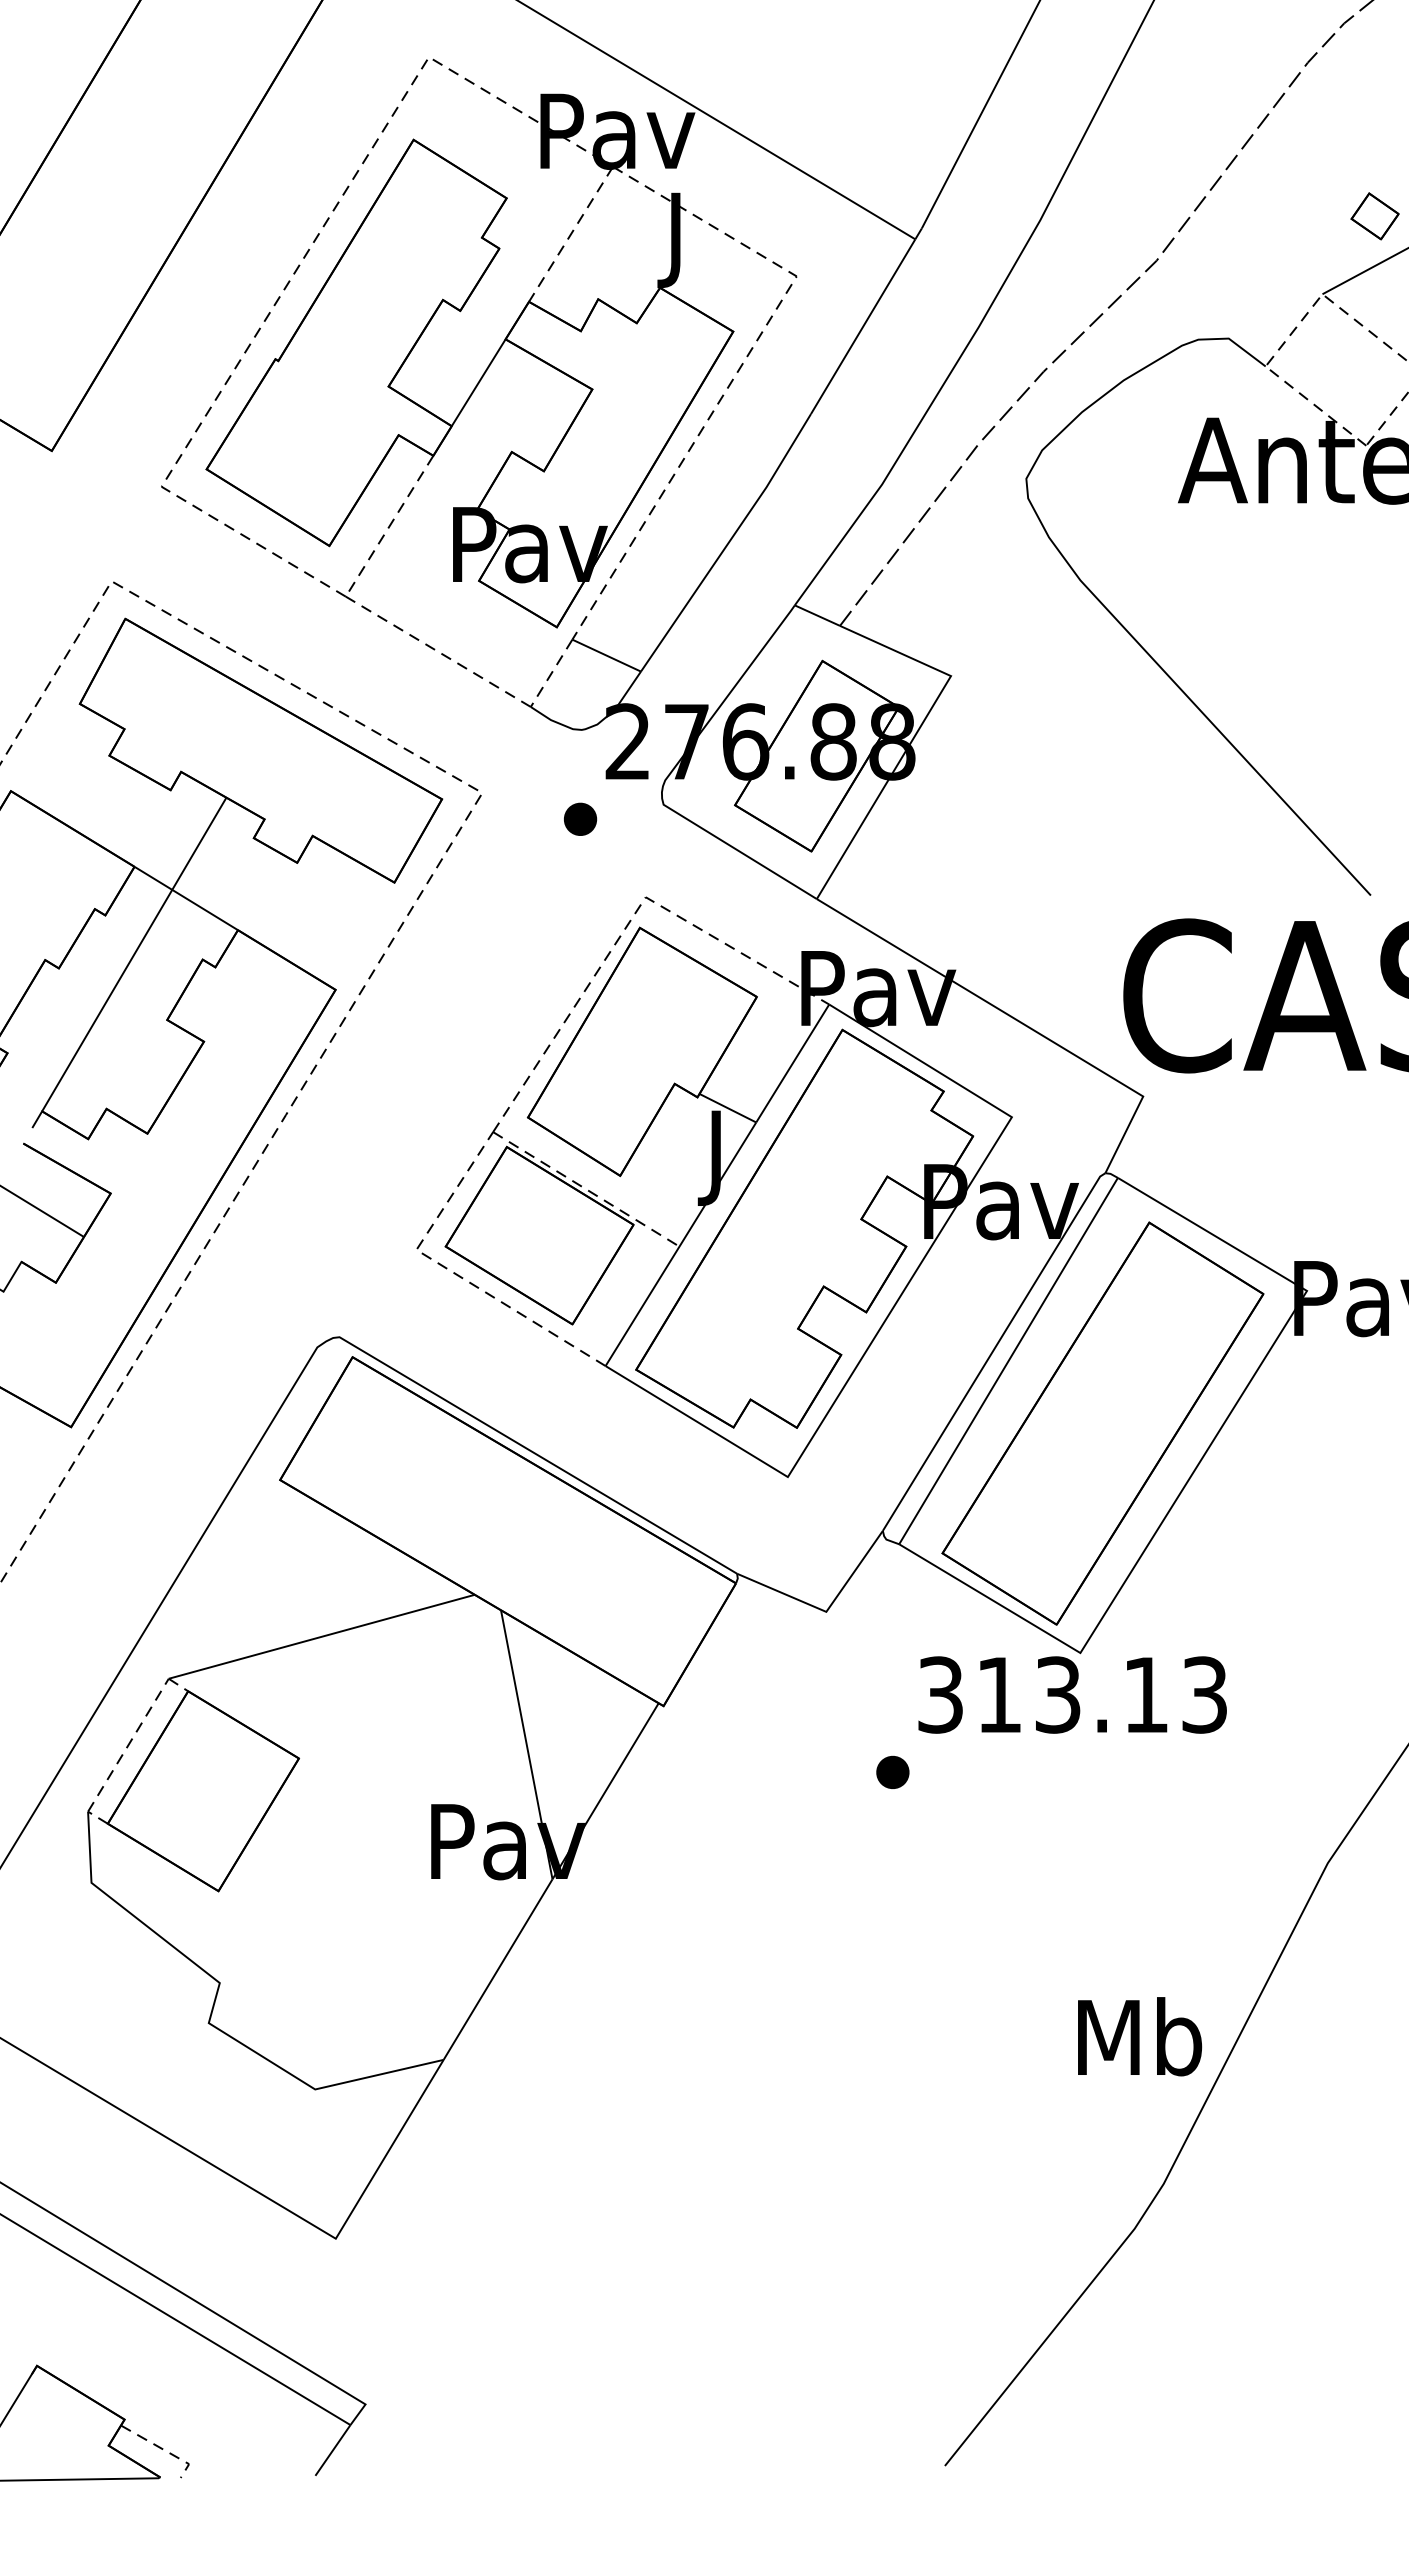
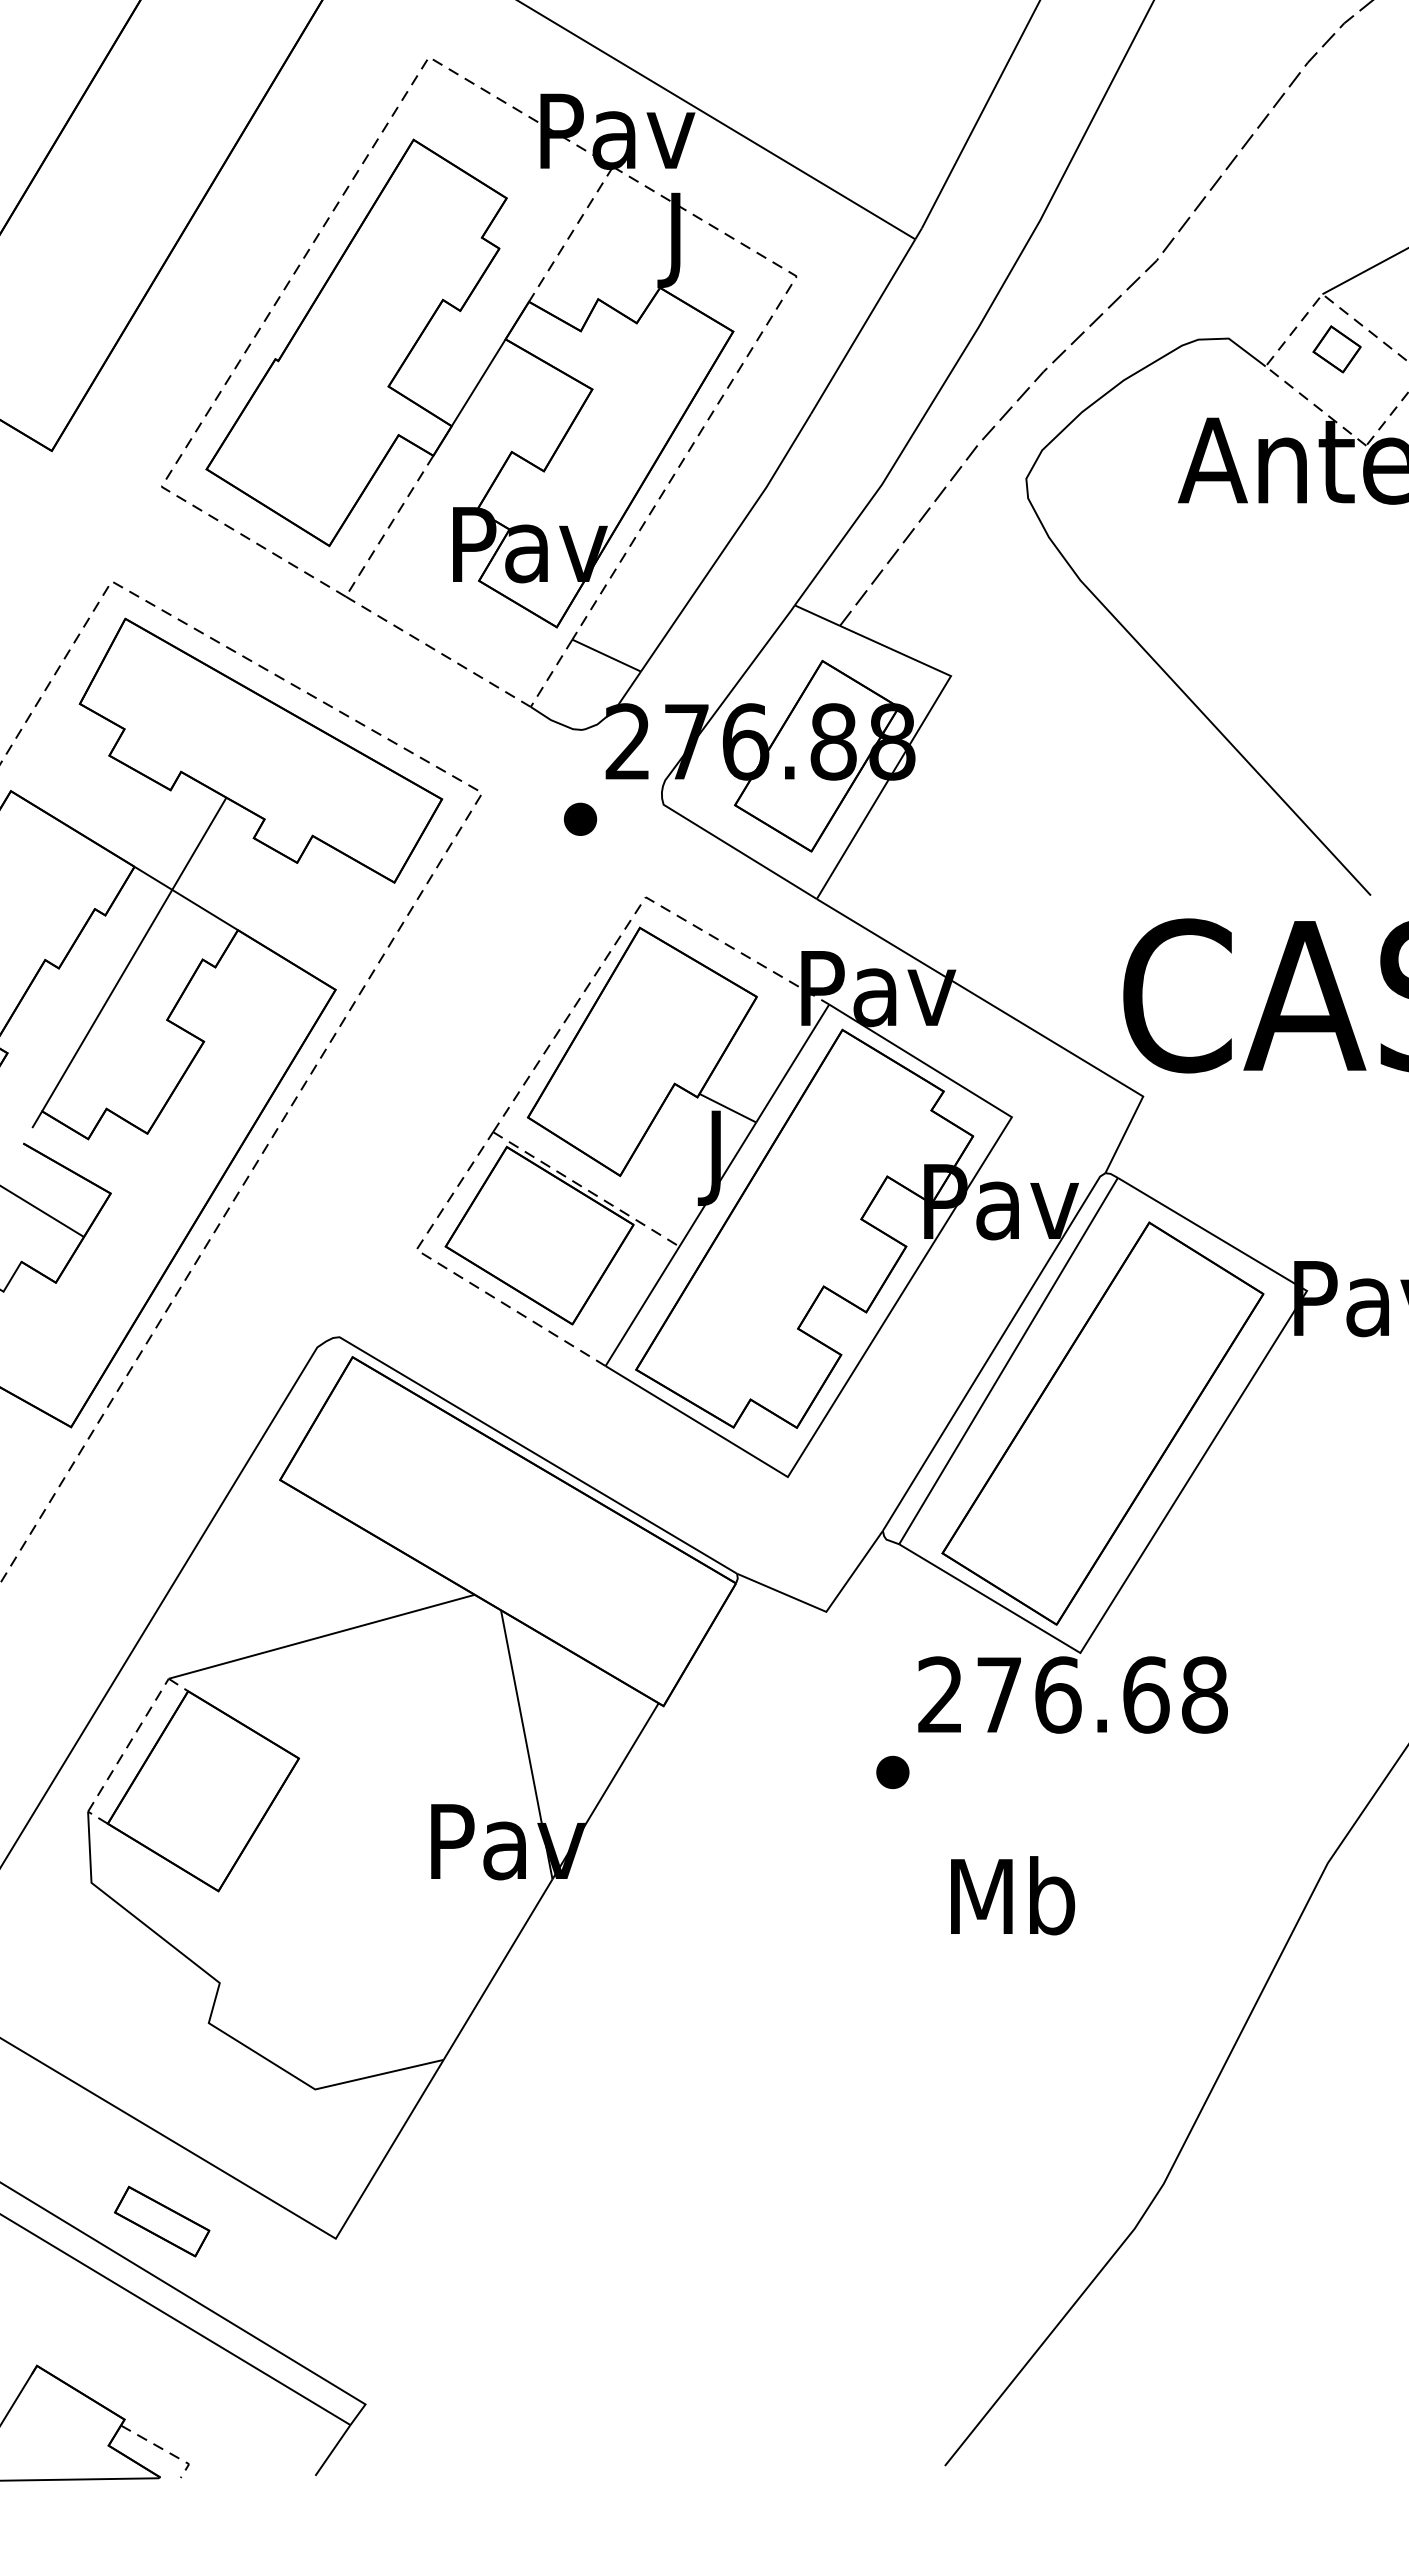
part at (1374, 216) position: (1374, 216) -> (1336, 349)
text at (1072, 1694): 313.13 -> 276.68
text at (1140, 2036) position: (1140, 2036) -> (1013, 1895)
part at (162, 2221): none -> present
